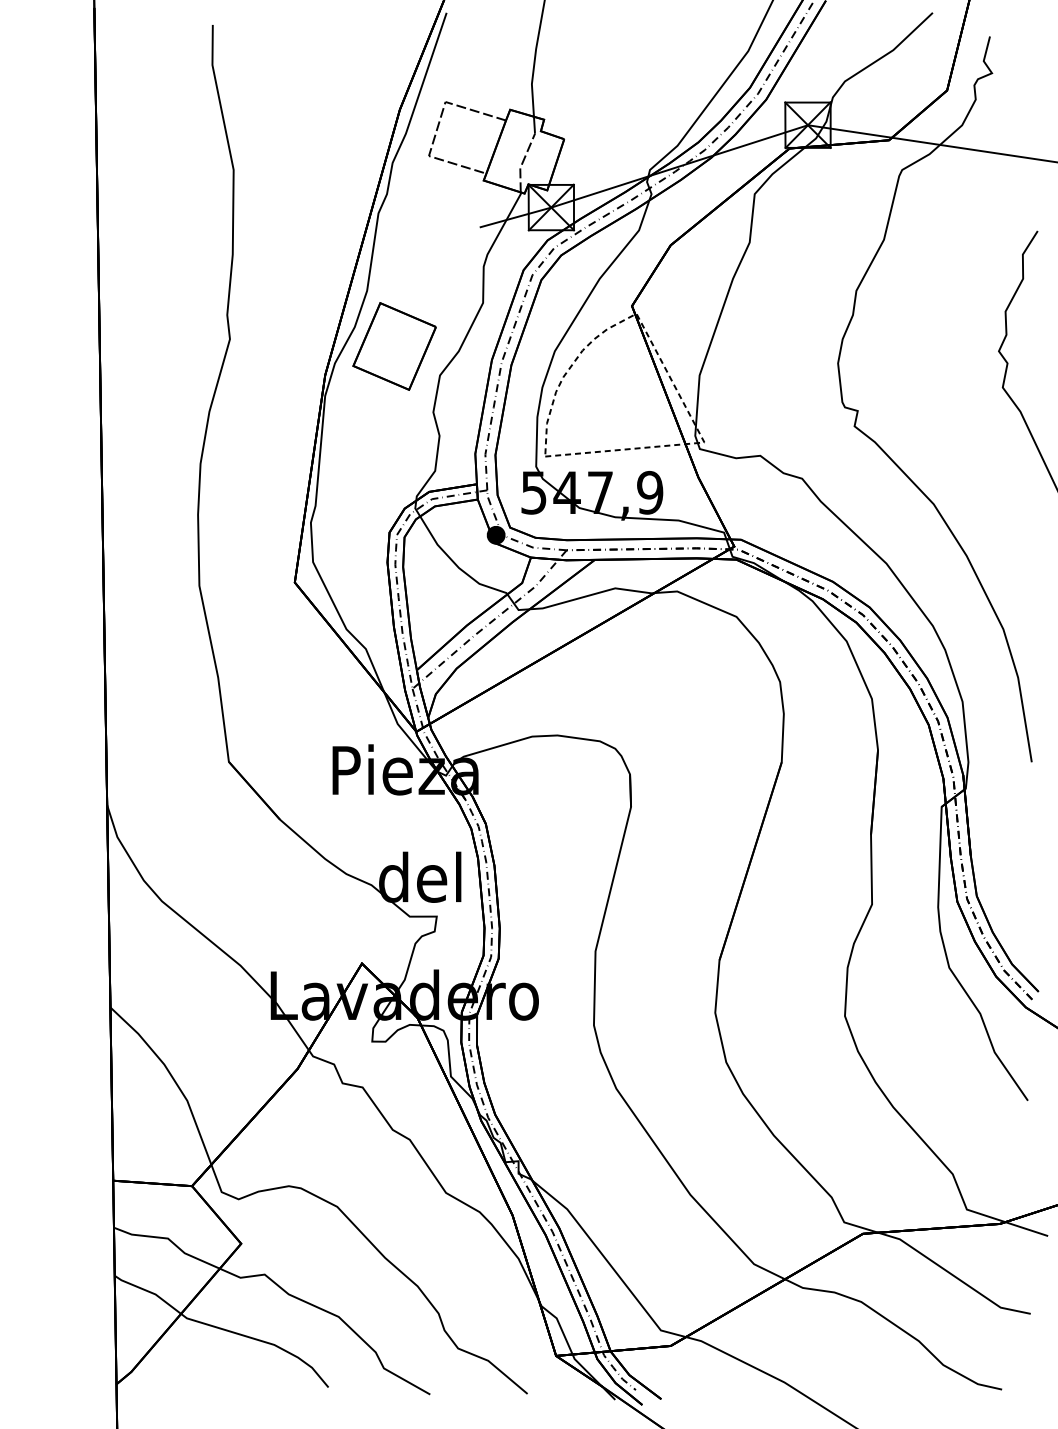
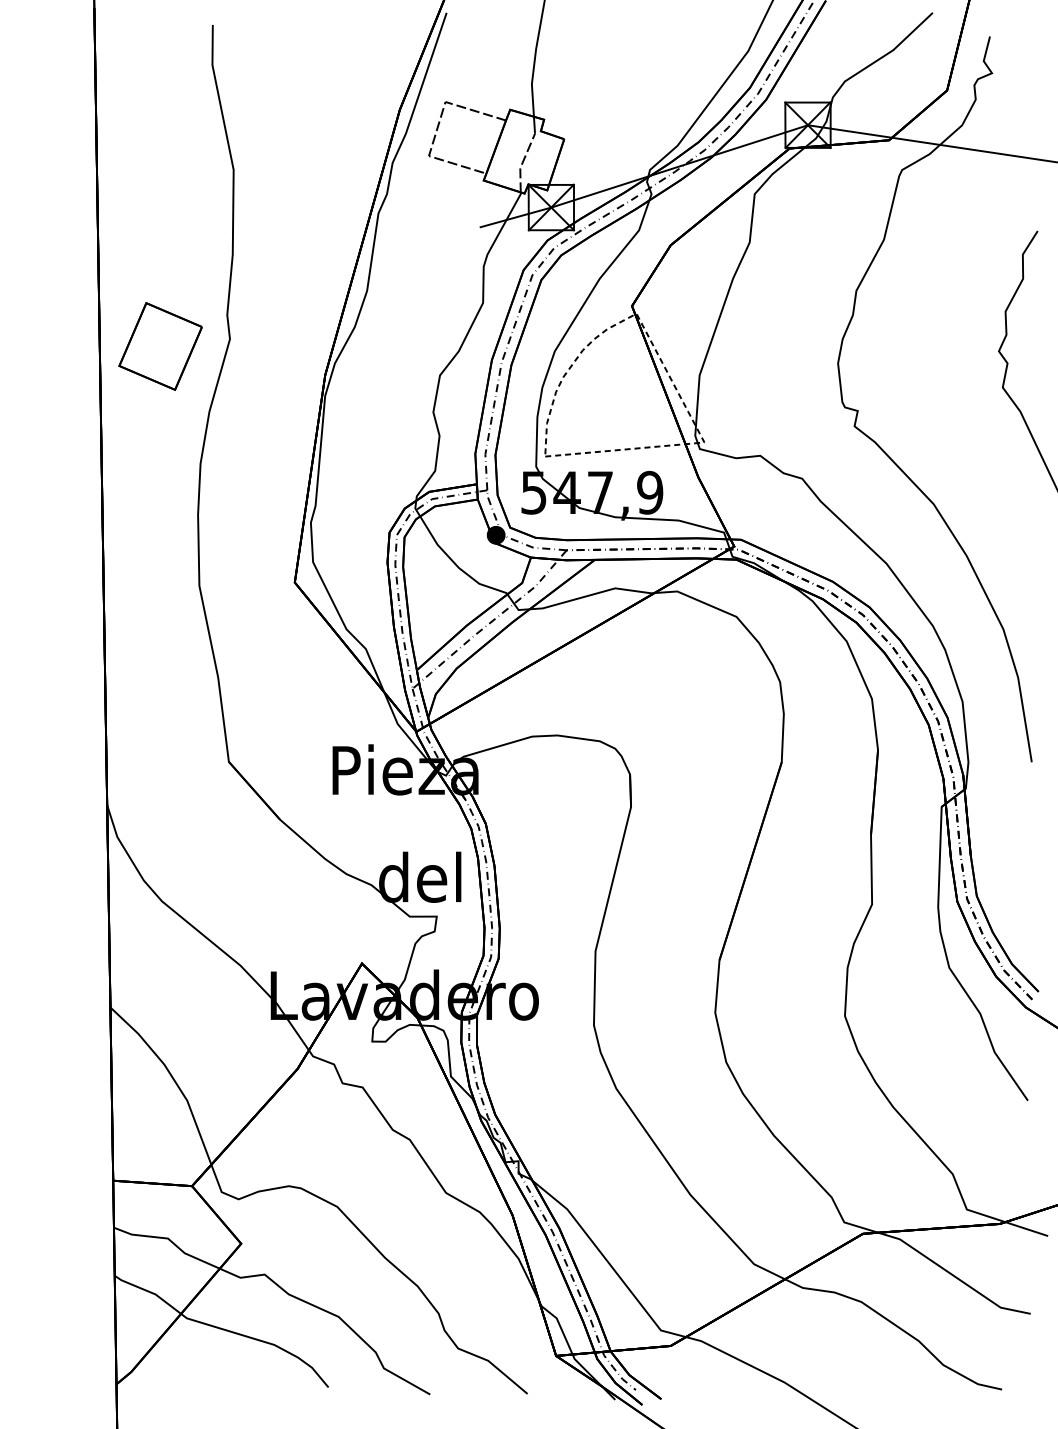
part at (394, 346) position: (394, 346) -> (160, 346)
